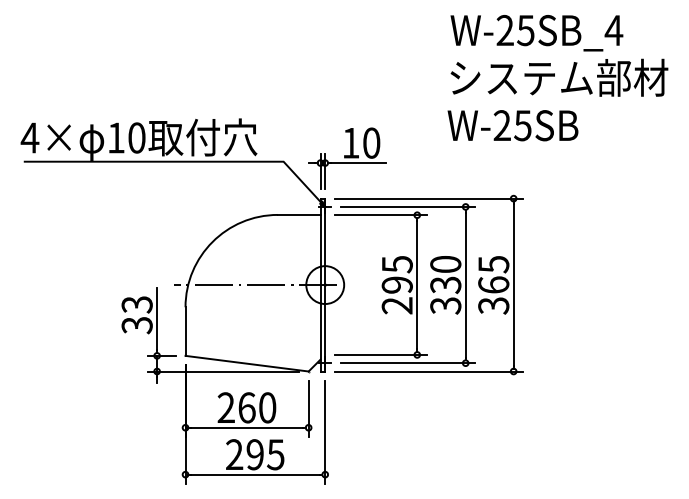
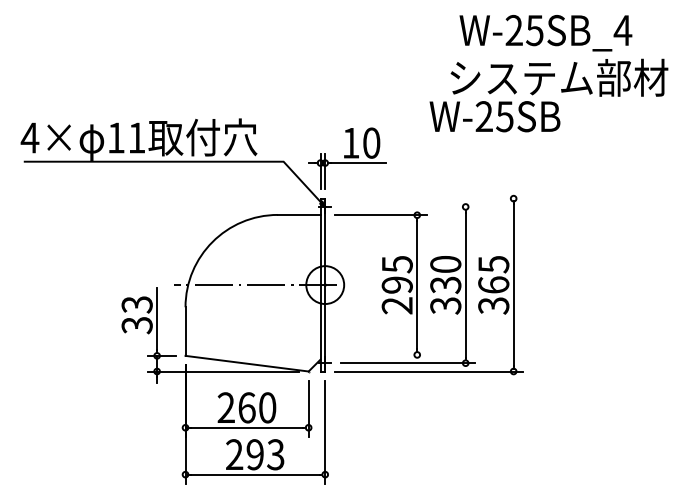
text at (536, 33) position: (536, 33) -> (545, 33)
text at (512, 125) position: (512, 125) -> (494, 116)
text at (136, 137): 10 -> 11
line at (428, 198): present -> none
line at (407, 206): present -> none
line at (380, 354): present -> none
text at (275, 454): 295 -> 293
